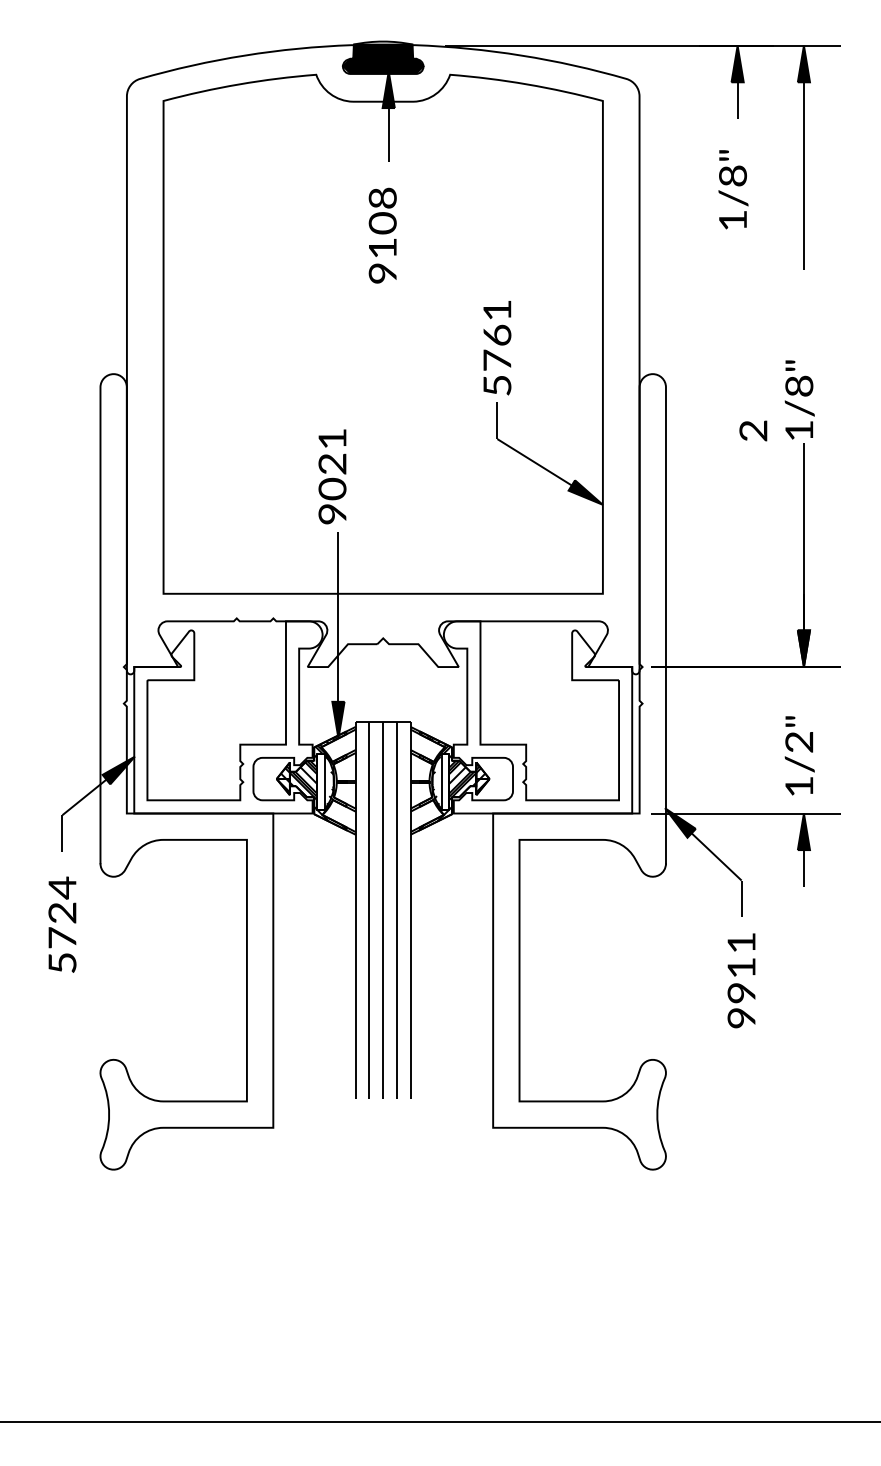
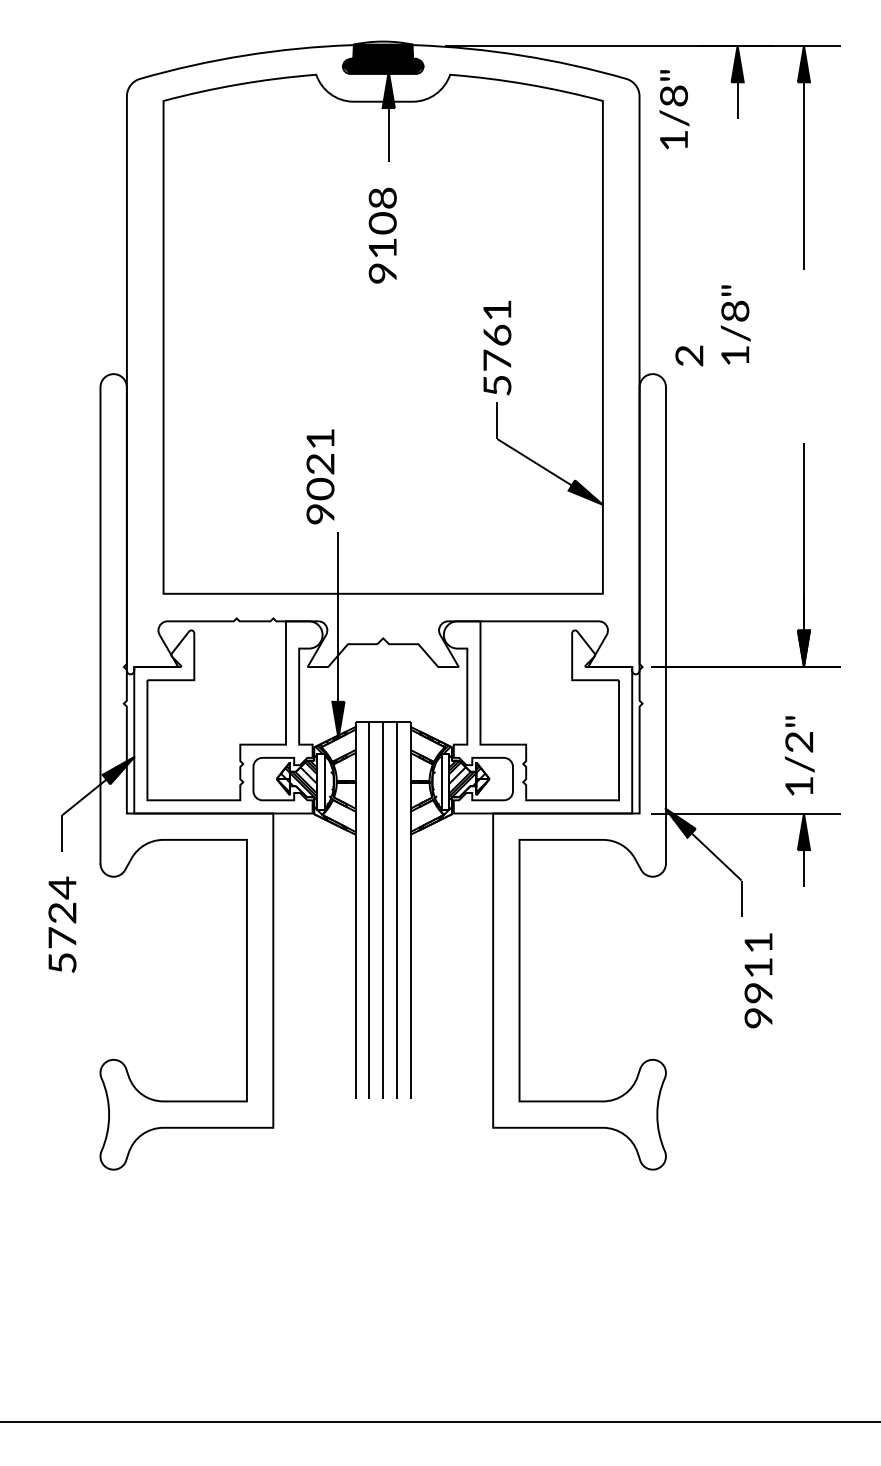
text at (733, 189) position: (733, 189) -> (674, 109)
text at (776, 400) position: (776, 400) -> (712, 325)
text at (332, 476) position: (332, 476) -> (320, 476)
text at (741, 980) position: (741, 980) -> (758, 980)
